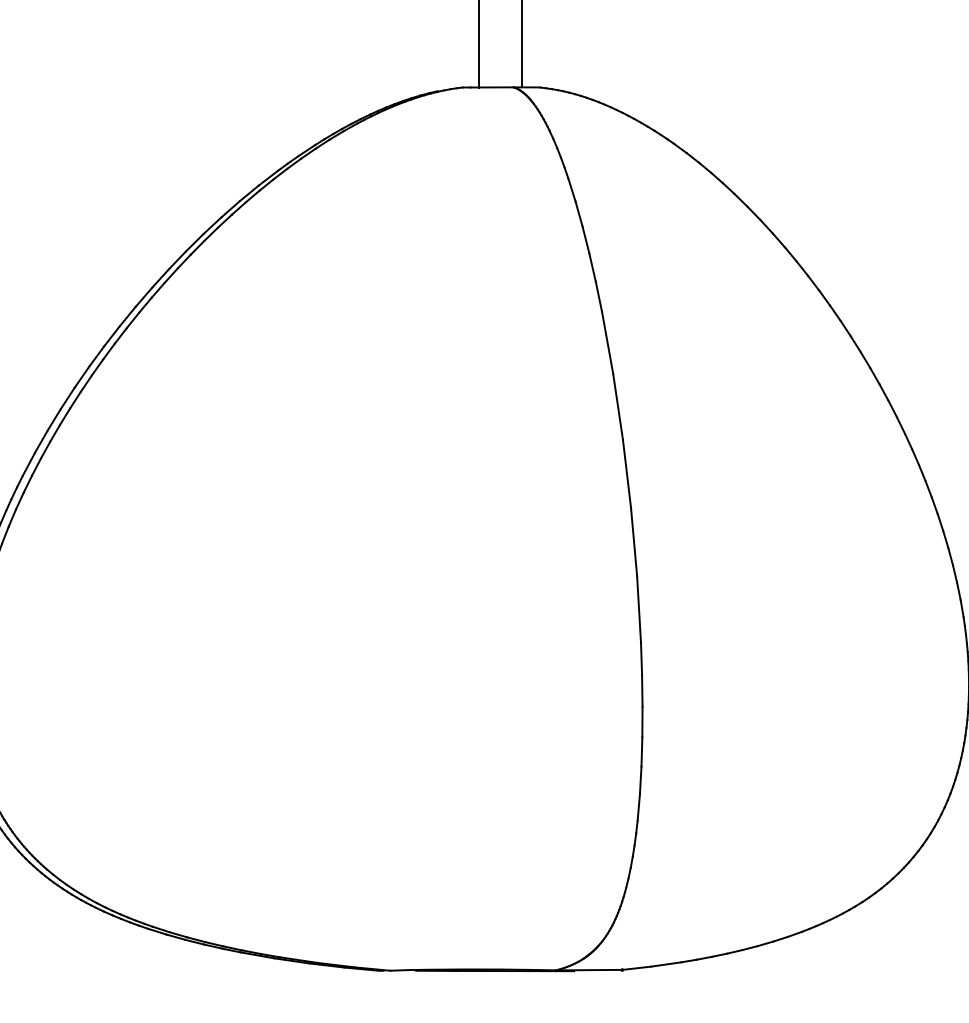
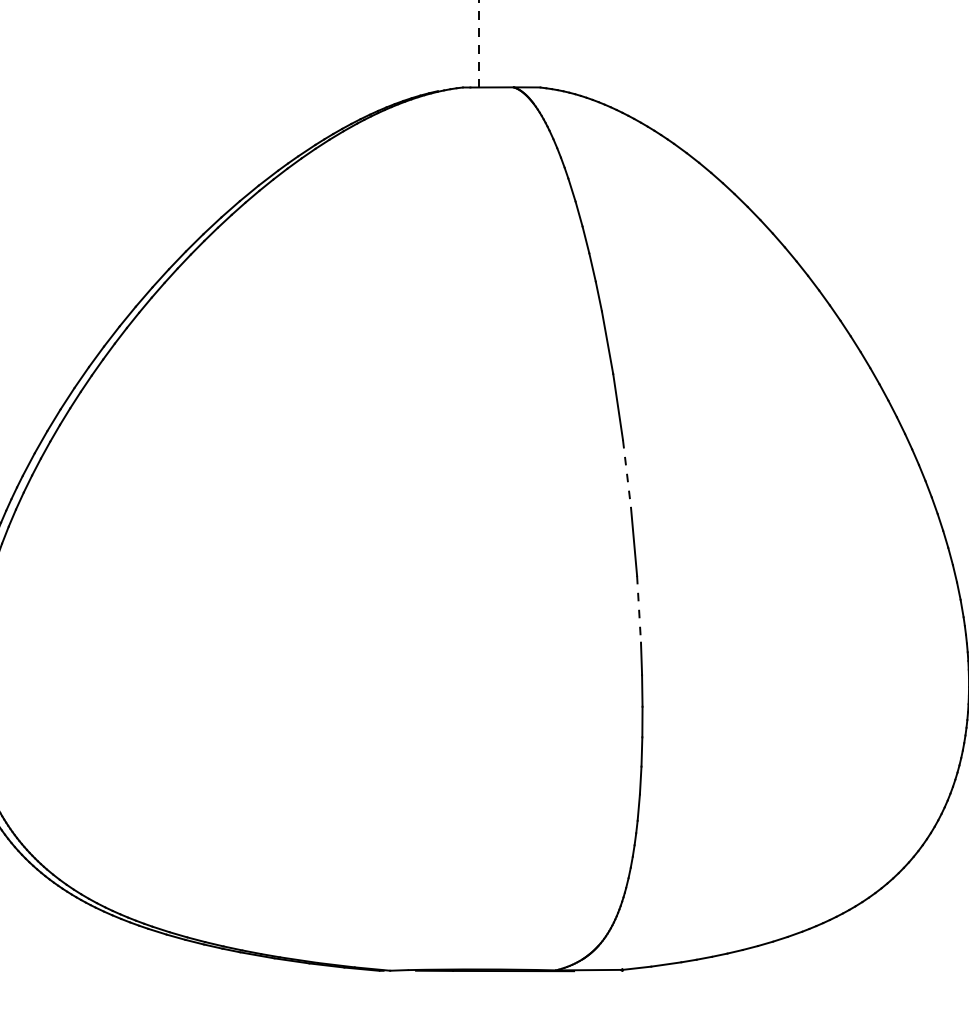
line at (479, 43): solid -> dashed
line at (521, 44): present -> none
line at (627, 474): solid -> dashed
line at (639, 609): solid -> dashed
